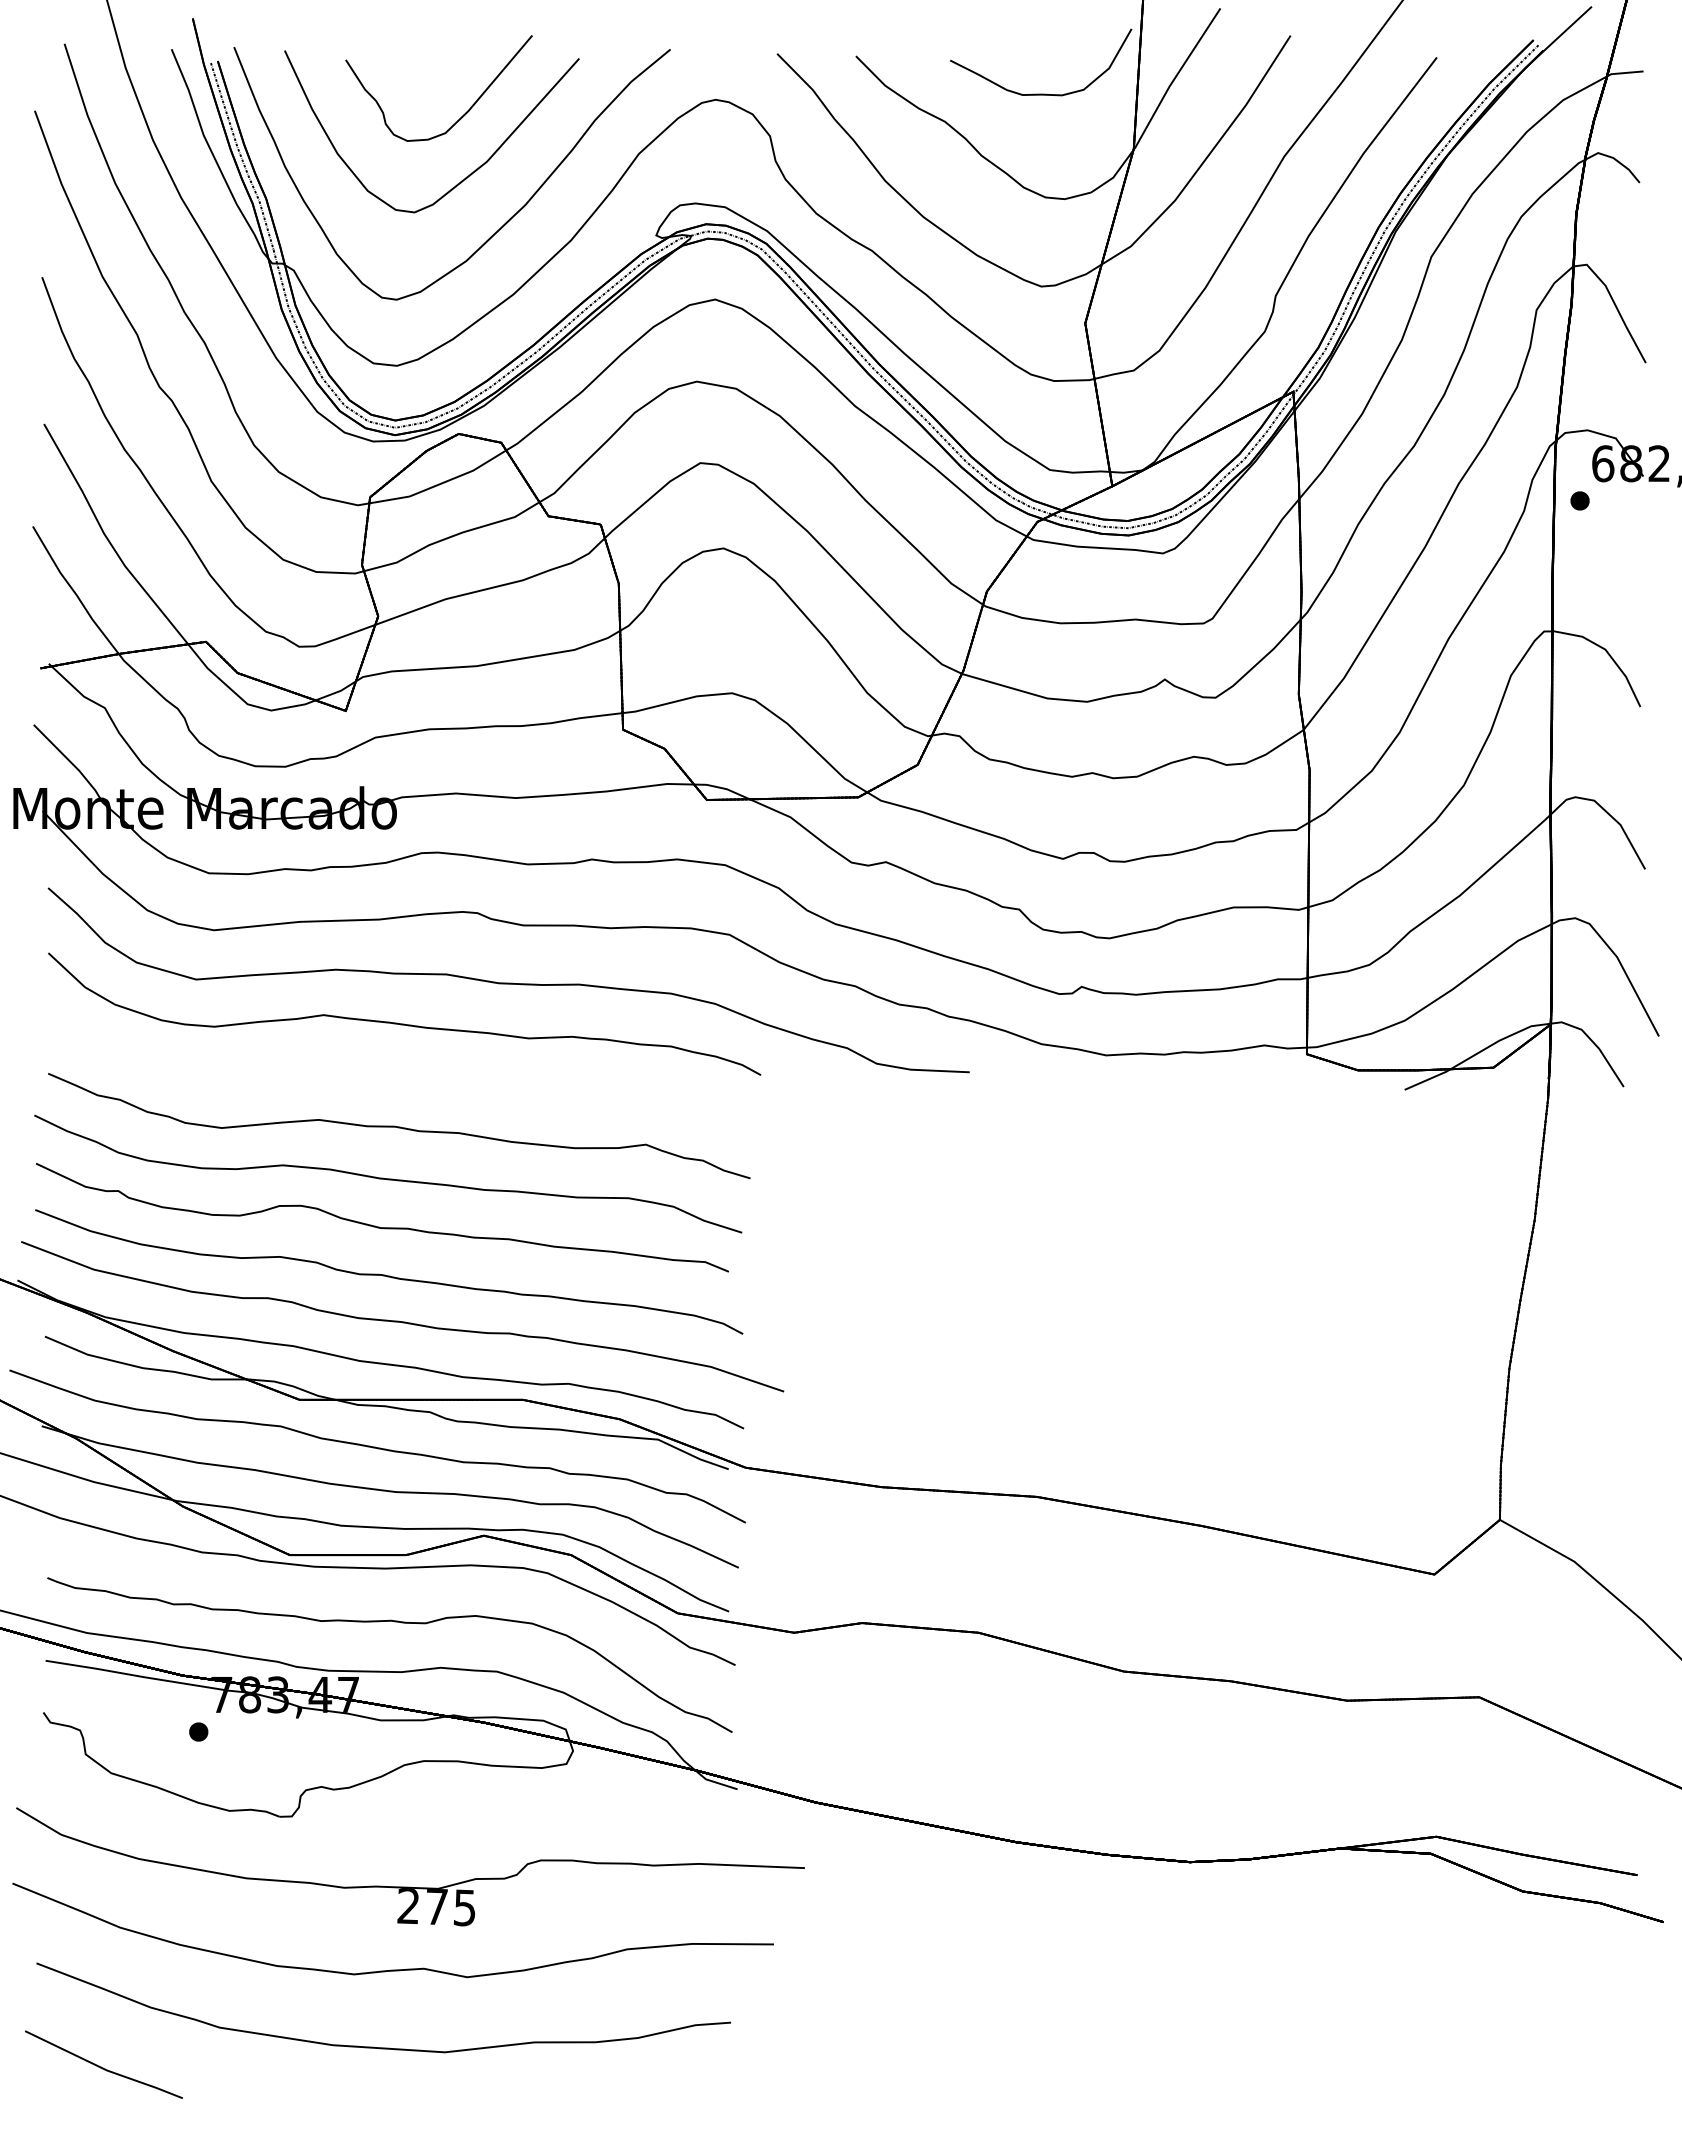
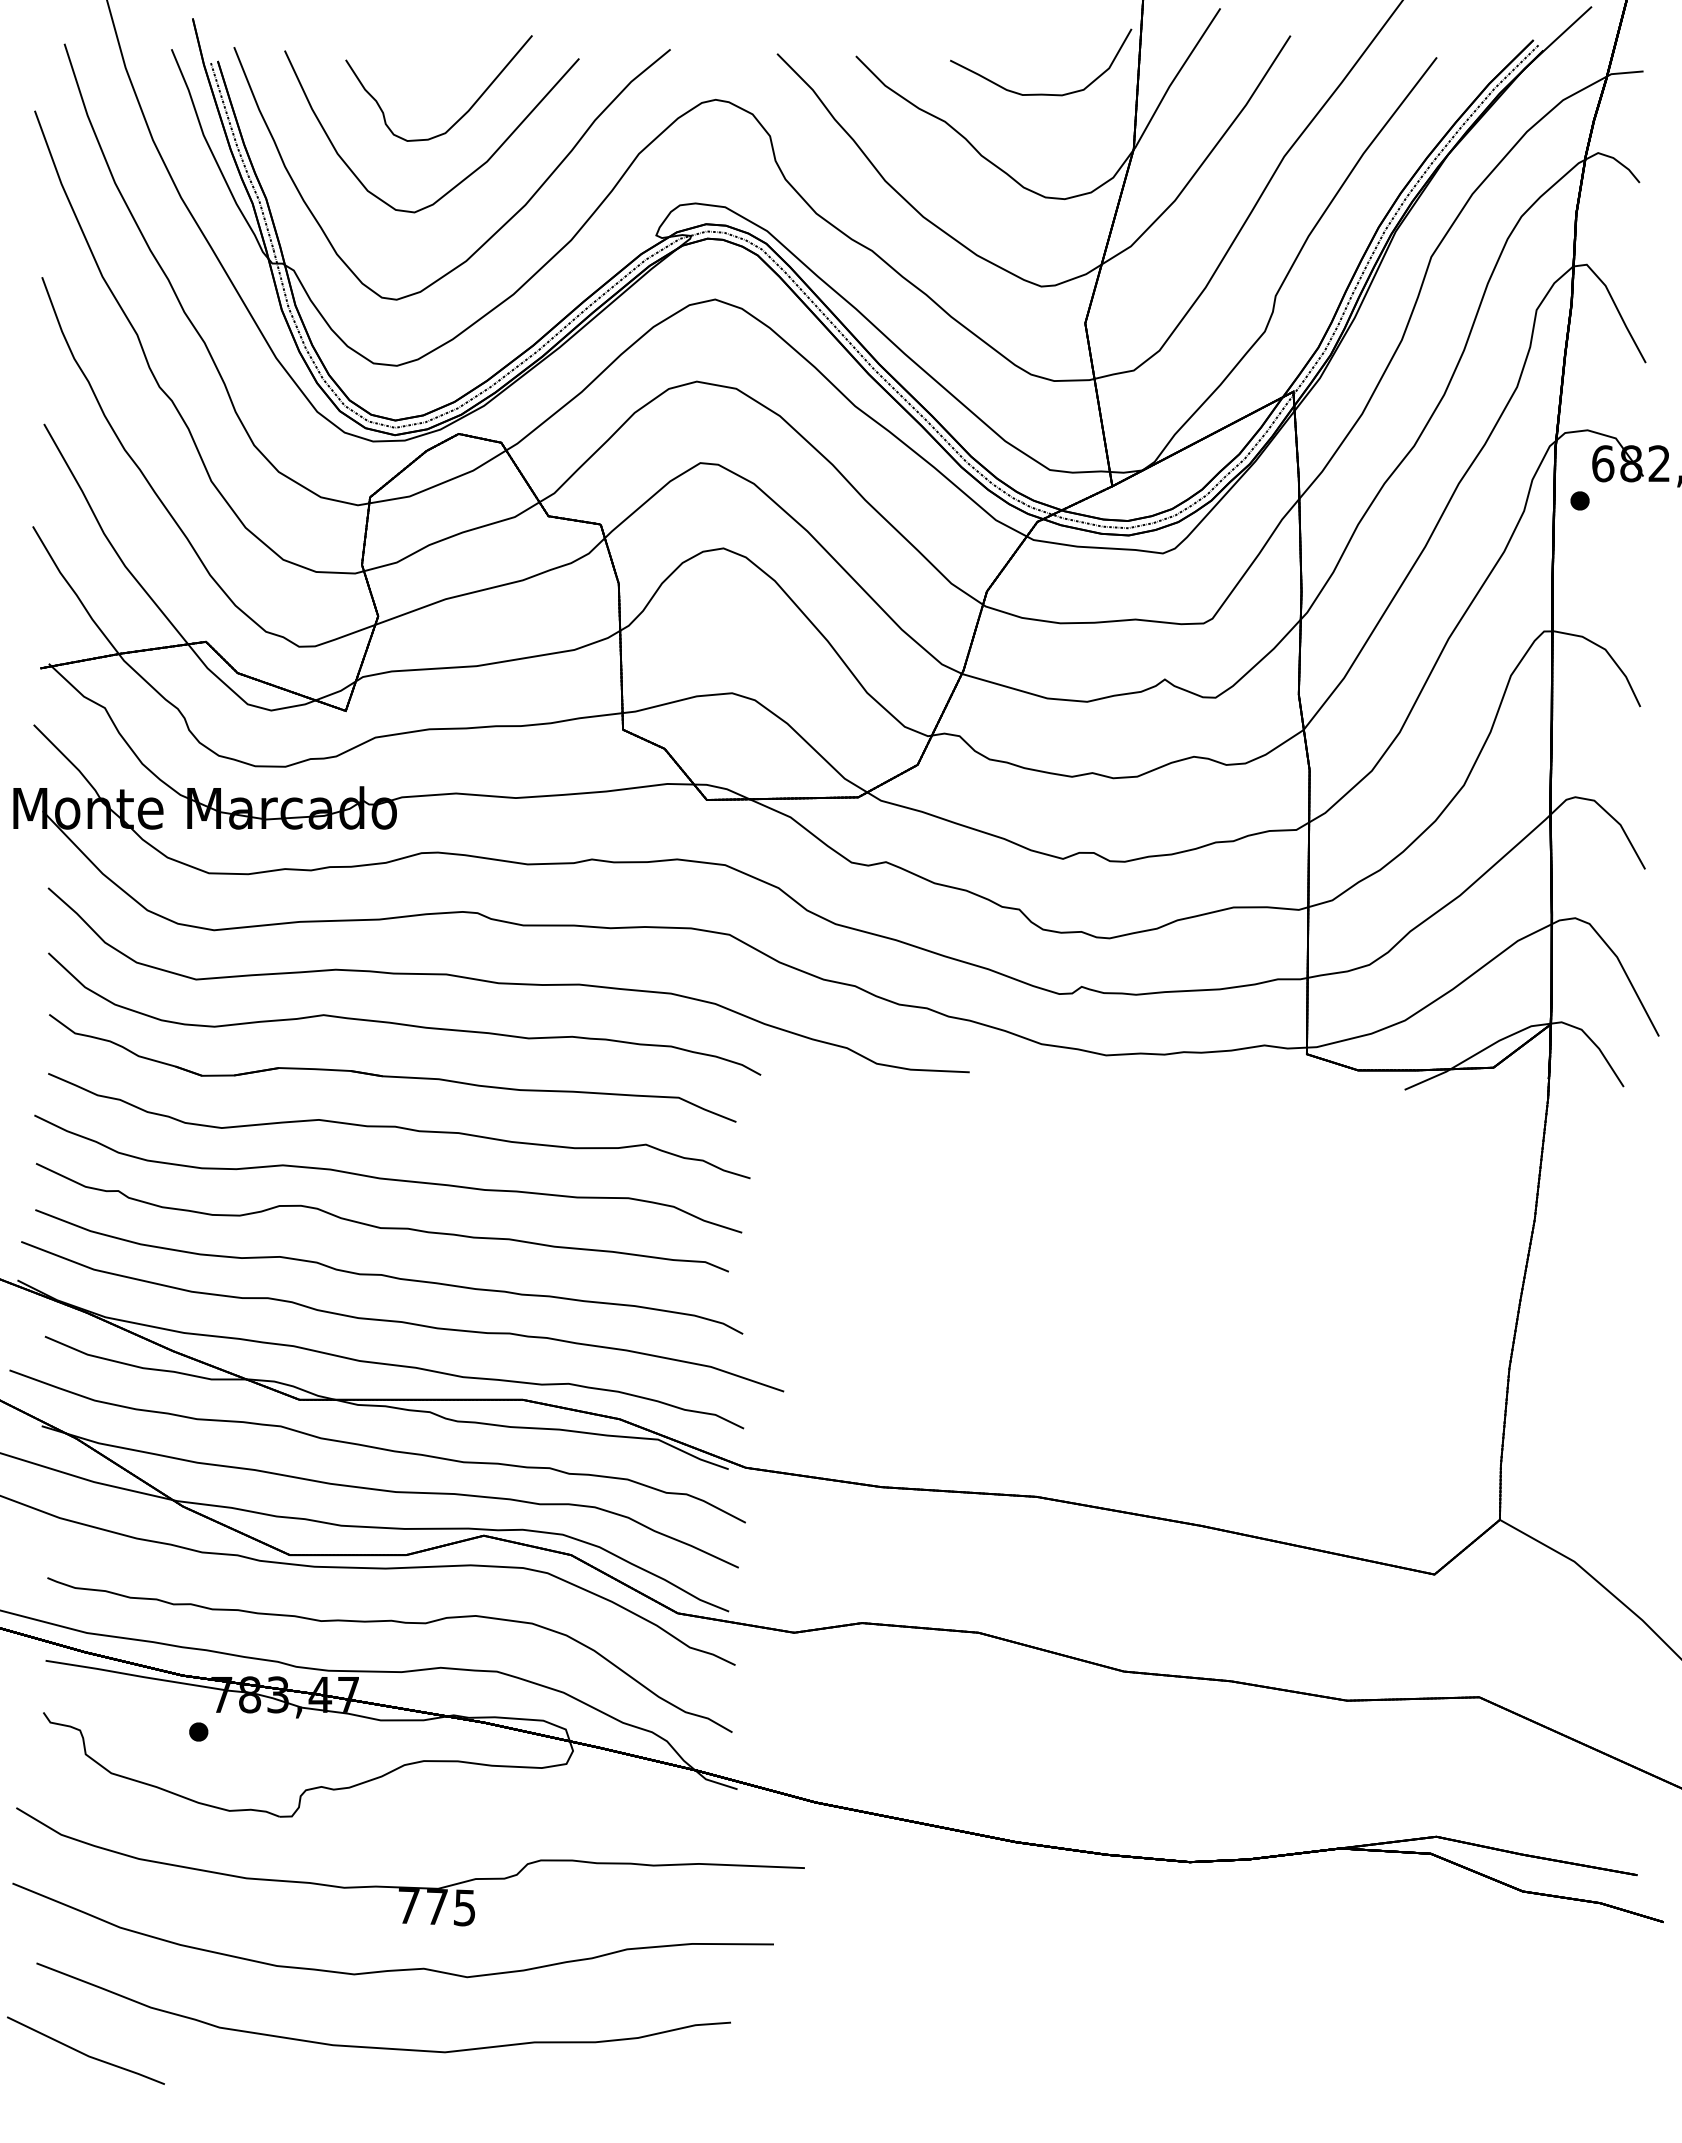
part at (392, 1075): none -> present
text at (408, 1906): 275 -> 775
line at (101, 2066) position: (101, 2066) -> (83, 2052)
